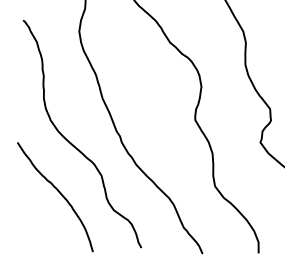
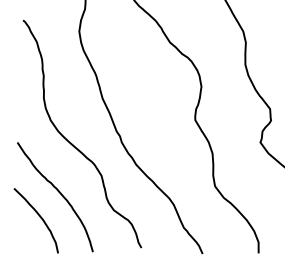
curve at (39, 217): none -> present
